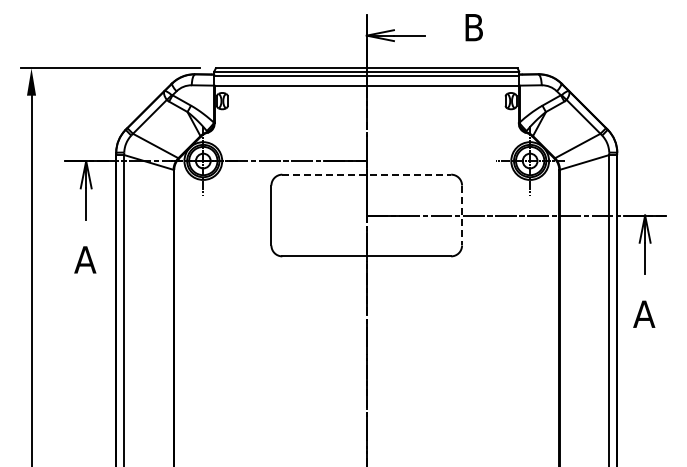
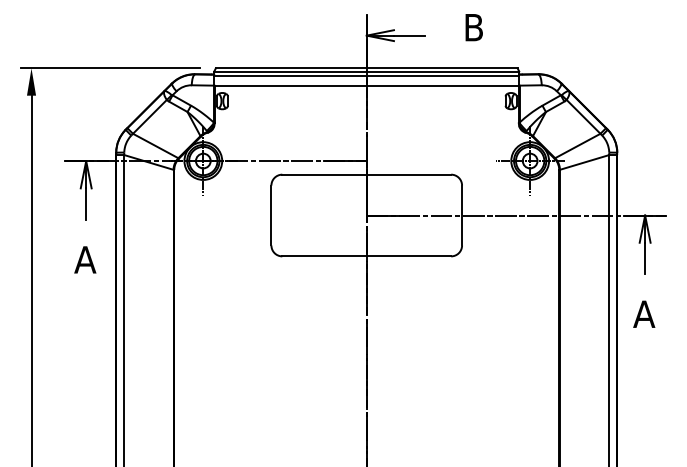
line at (367, 174): dashed -> solid
line at (462, 215): dashed -> solid
